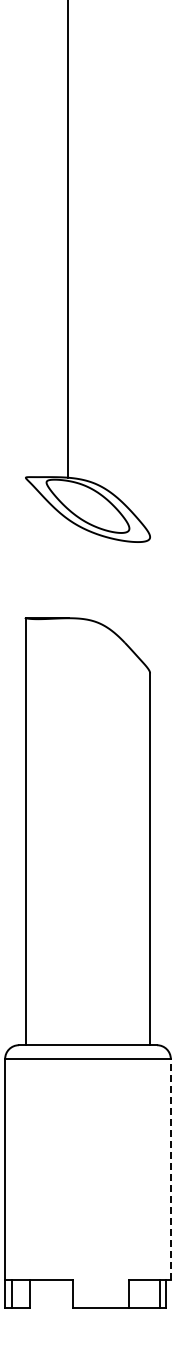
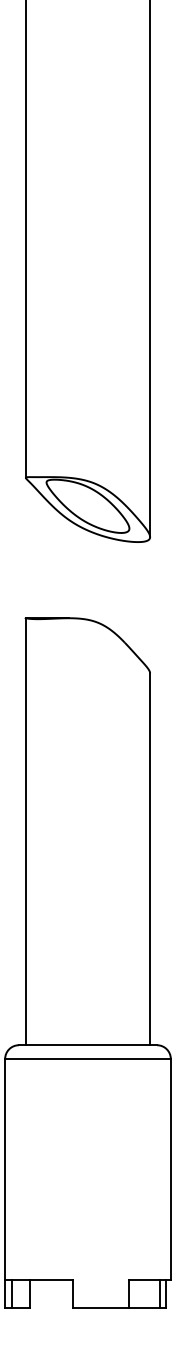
line at (67, 239) position: (67, 239) -> (25, 239)
line at (150, 269): none -> present
line at (170, 1168): dashed -> solid
